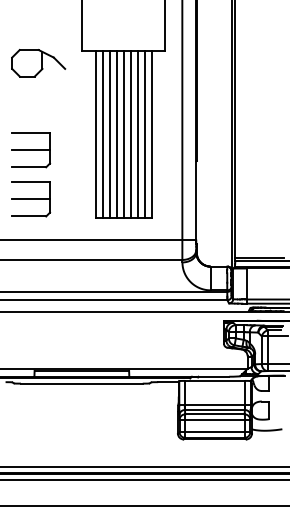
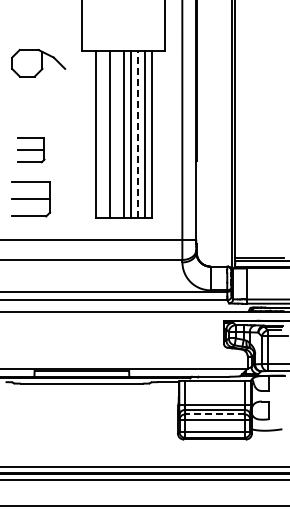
line at (102, 133): present -> none
line at (116, 133): present -> none
line at (137, 134): solid -> dashed
part at (31, 150) size: 41x37 px -> 29x27 px
line at (214, 414): solid -> dashed
